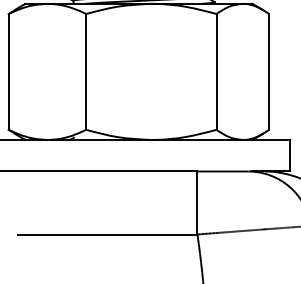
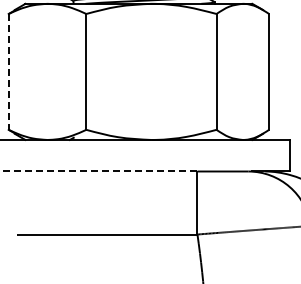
line at (8, 71): solid -> dashed
line at (99, 171): solid -> dashed
